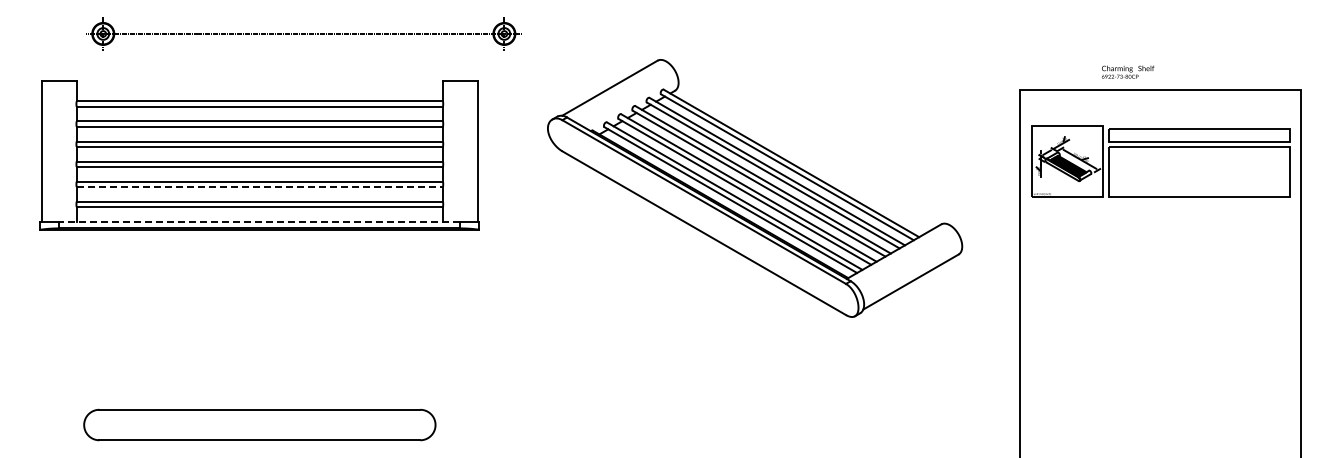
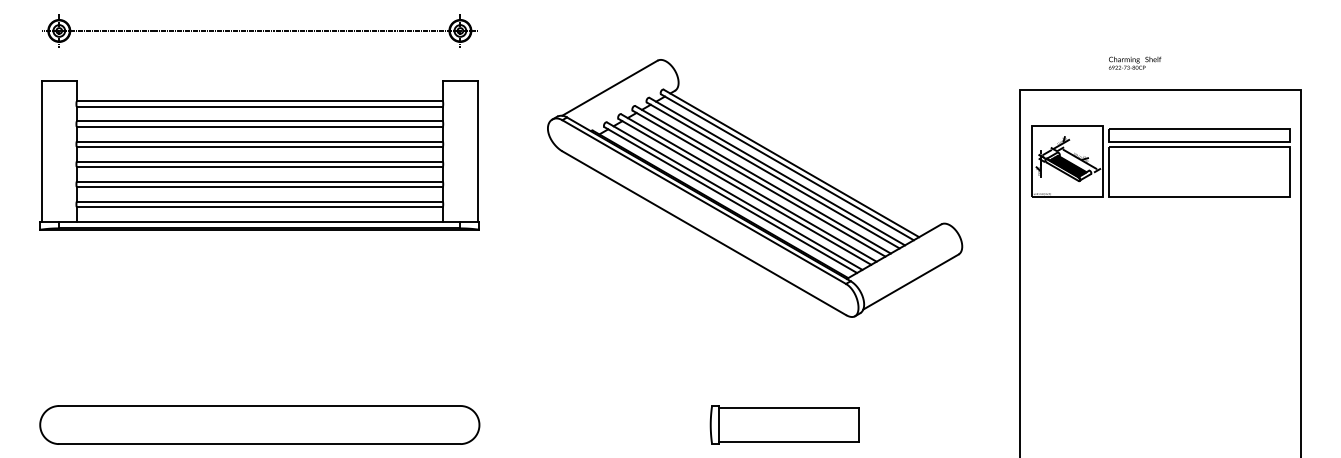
part at (303, 33) position: (303, 33) -> (259, 30)
text at (1128, 71) position: (1128, 71) -> (1135, 62)
line at (260, 186): dashed -> solid
line at (259, 221): dashed -> solid
part at (259, 424) size: 354x34 px -> 442x40 px
part at (784, 424): none -> present
